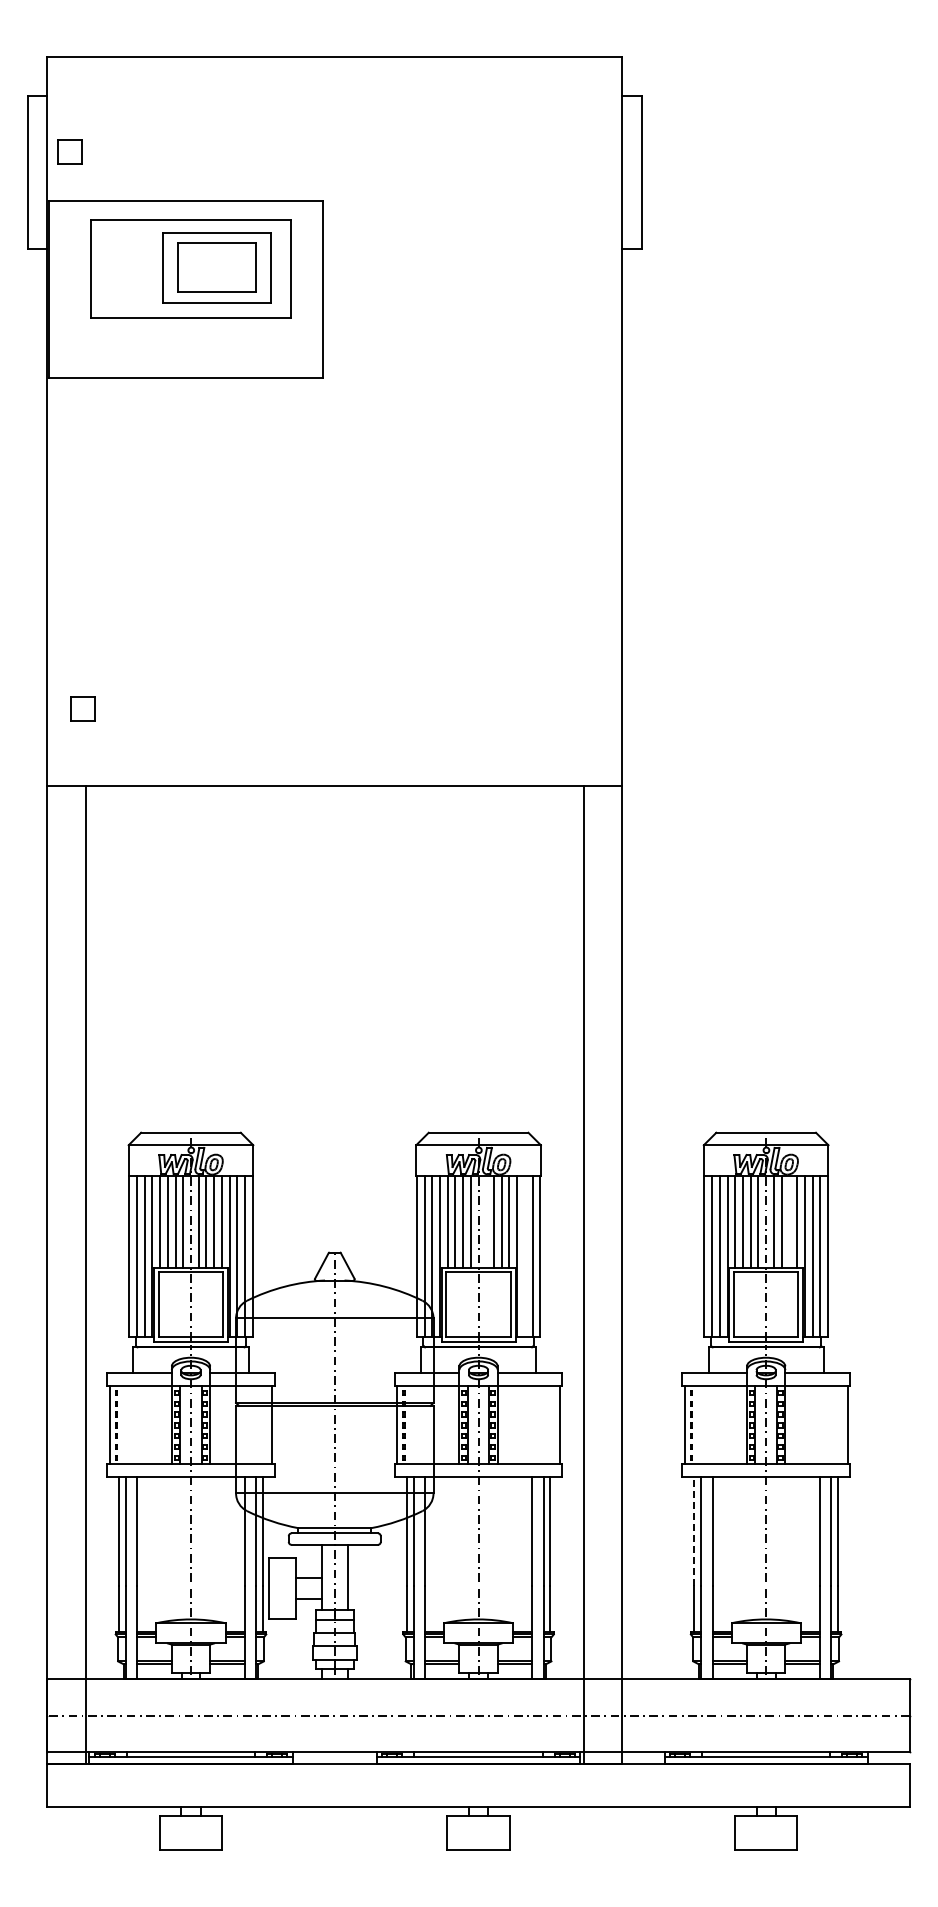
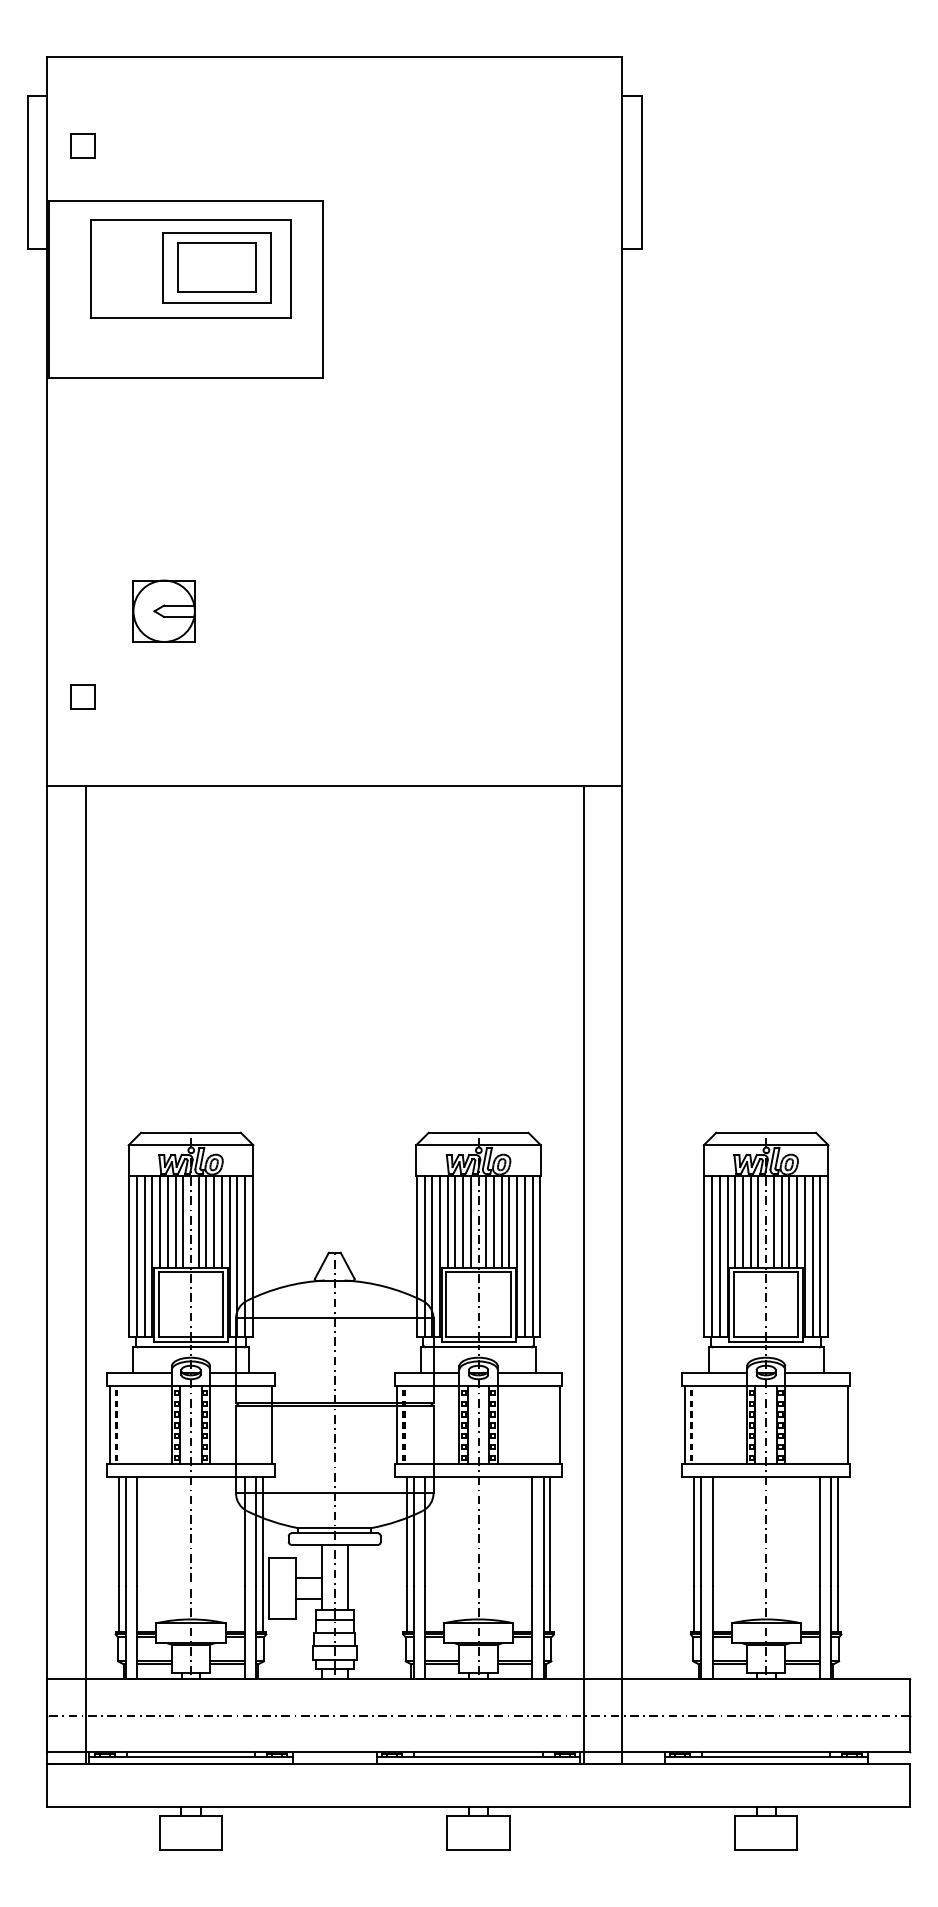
part at (69, 151) position: (69, 151) -> (82, 145)
part at (163, 610): none -> present
part at (82, 708) position: (82, 708) -> (82, 696)
line at (486, 1221): none -> present
line at (789, 1221): none -> present
line at (524, 1255): none -> present
line at (694, 1531): dashed -> solid
